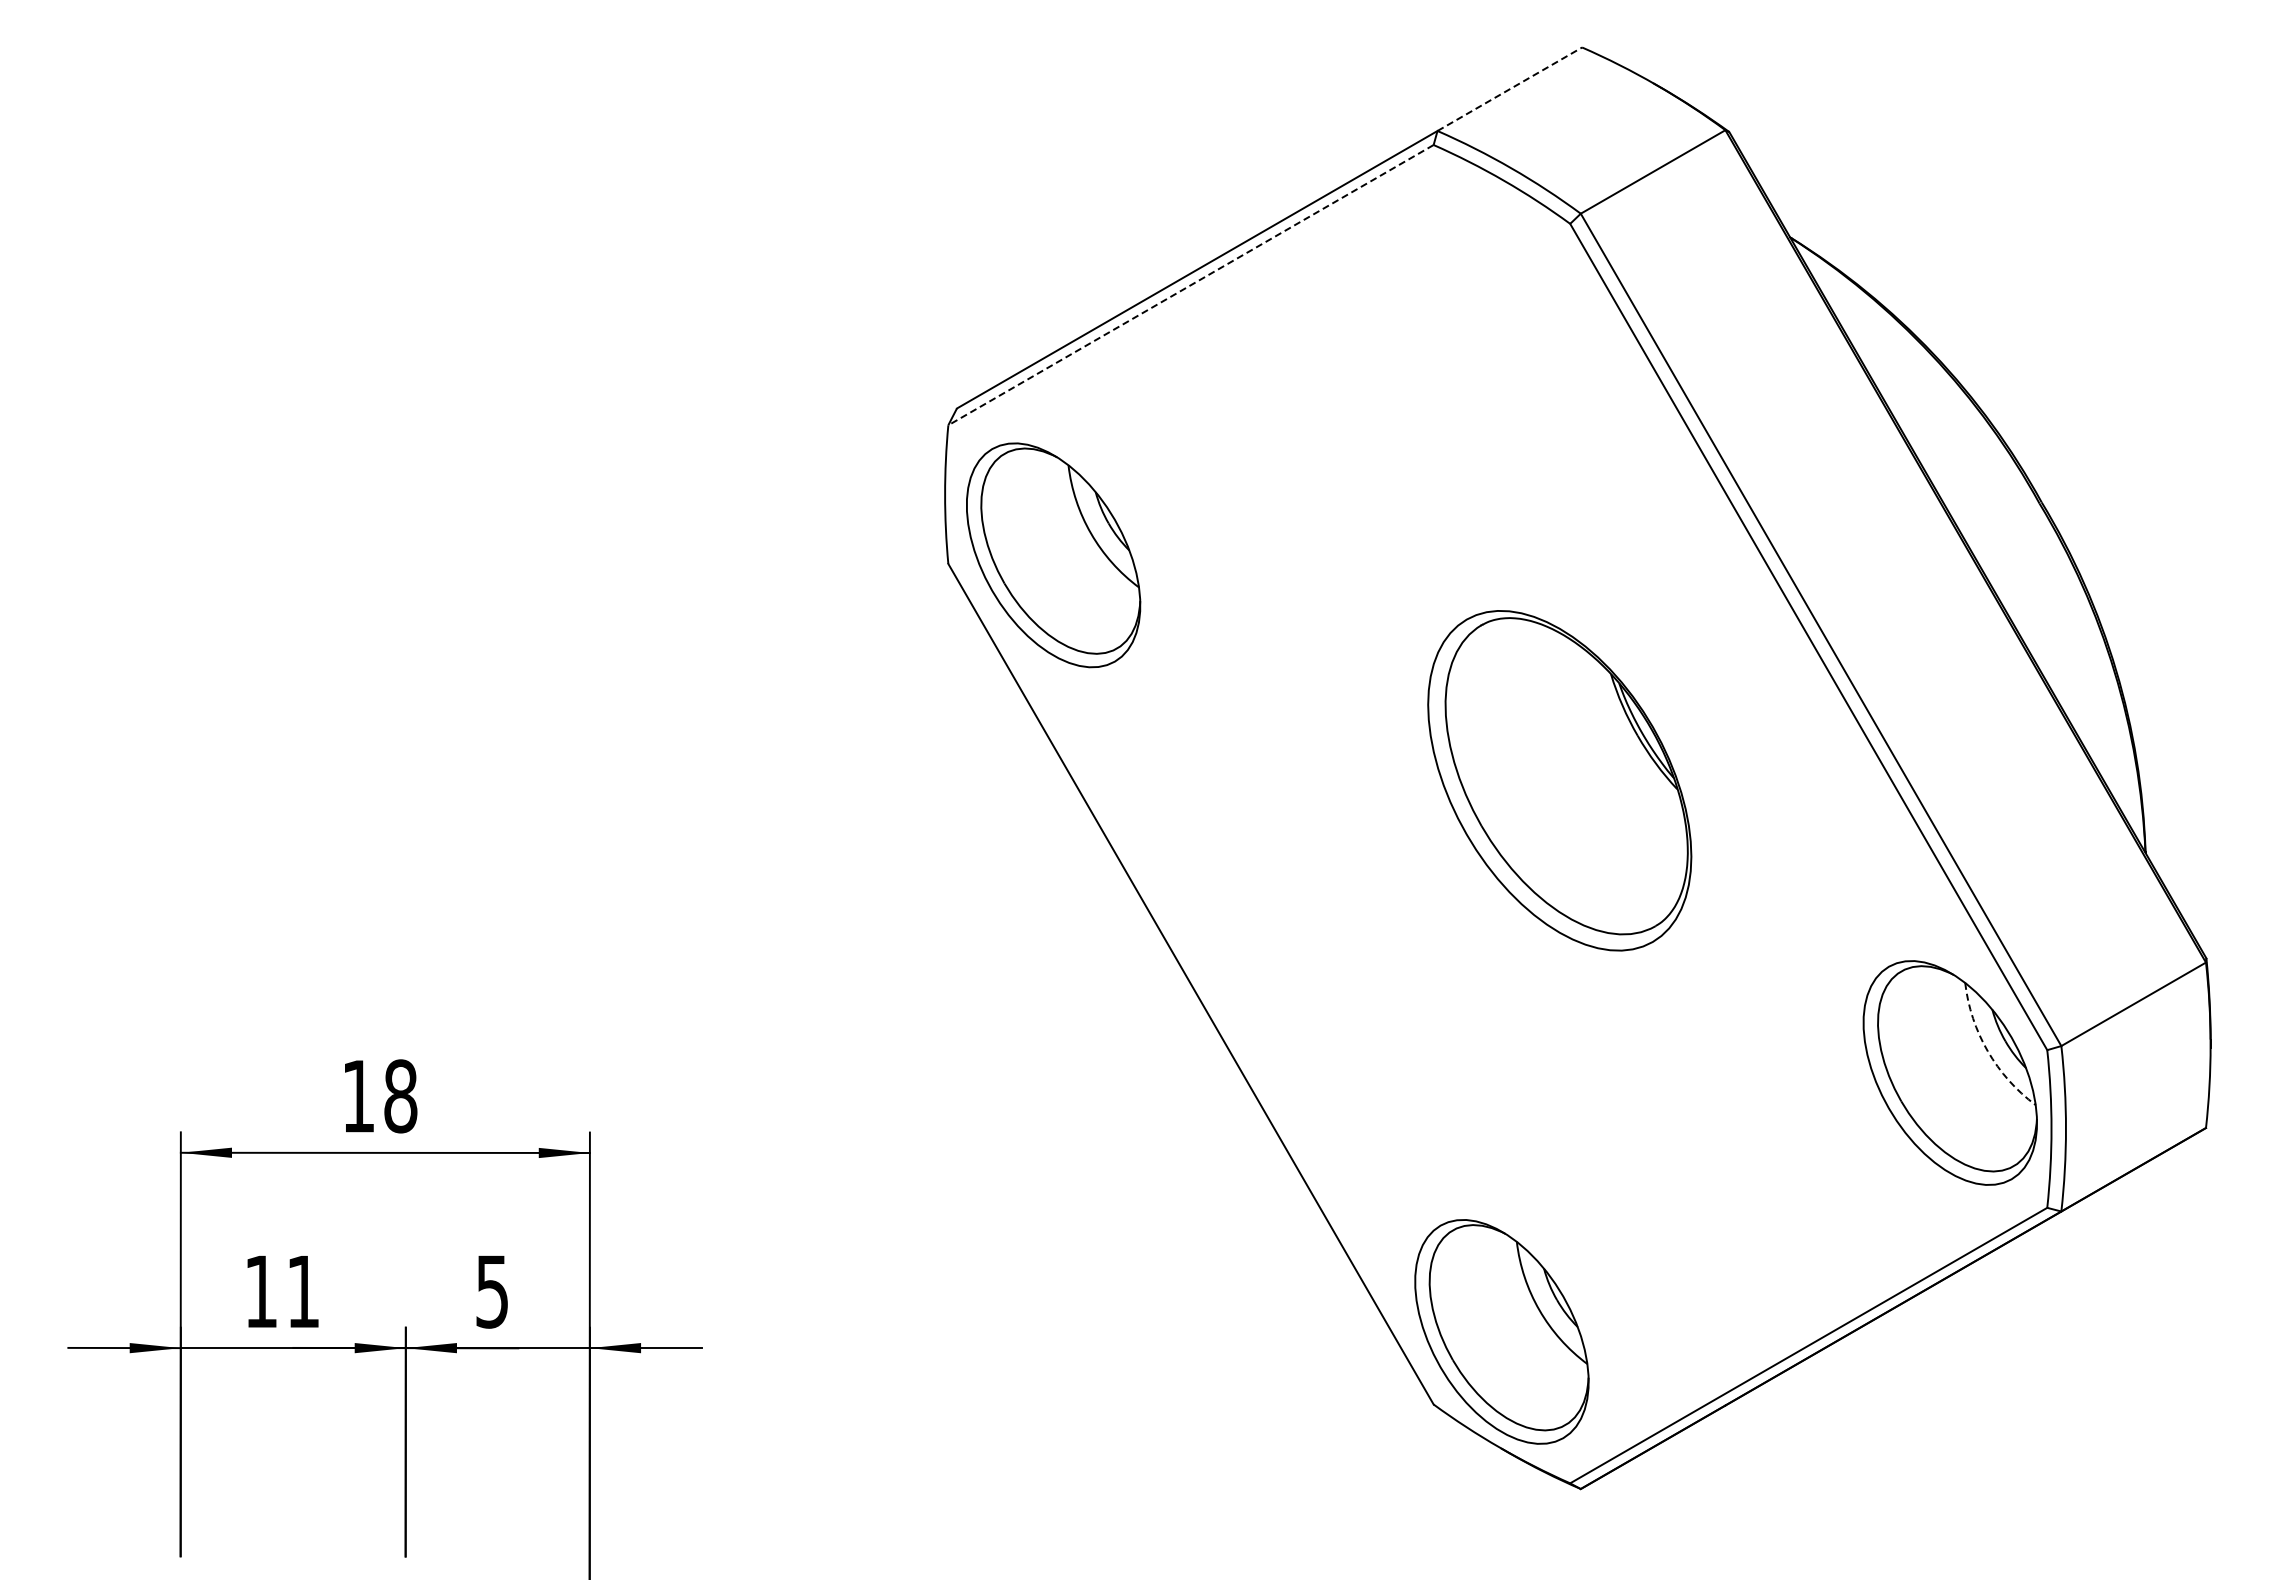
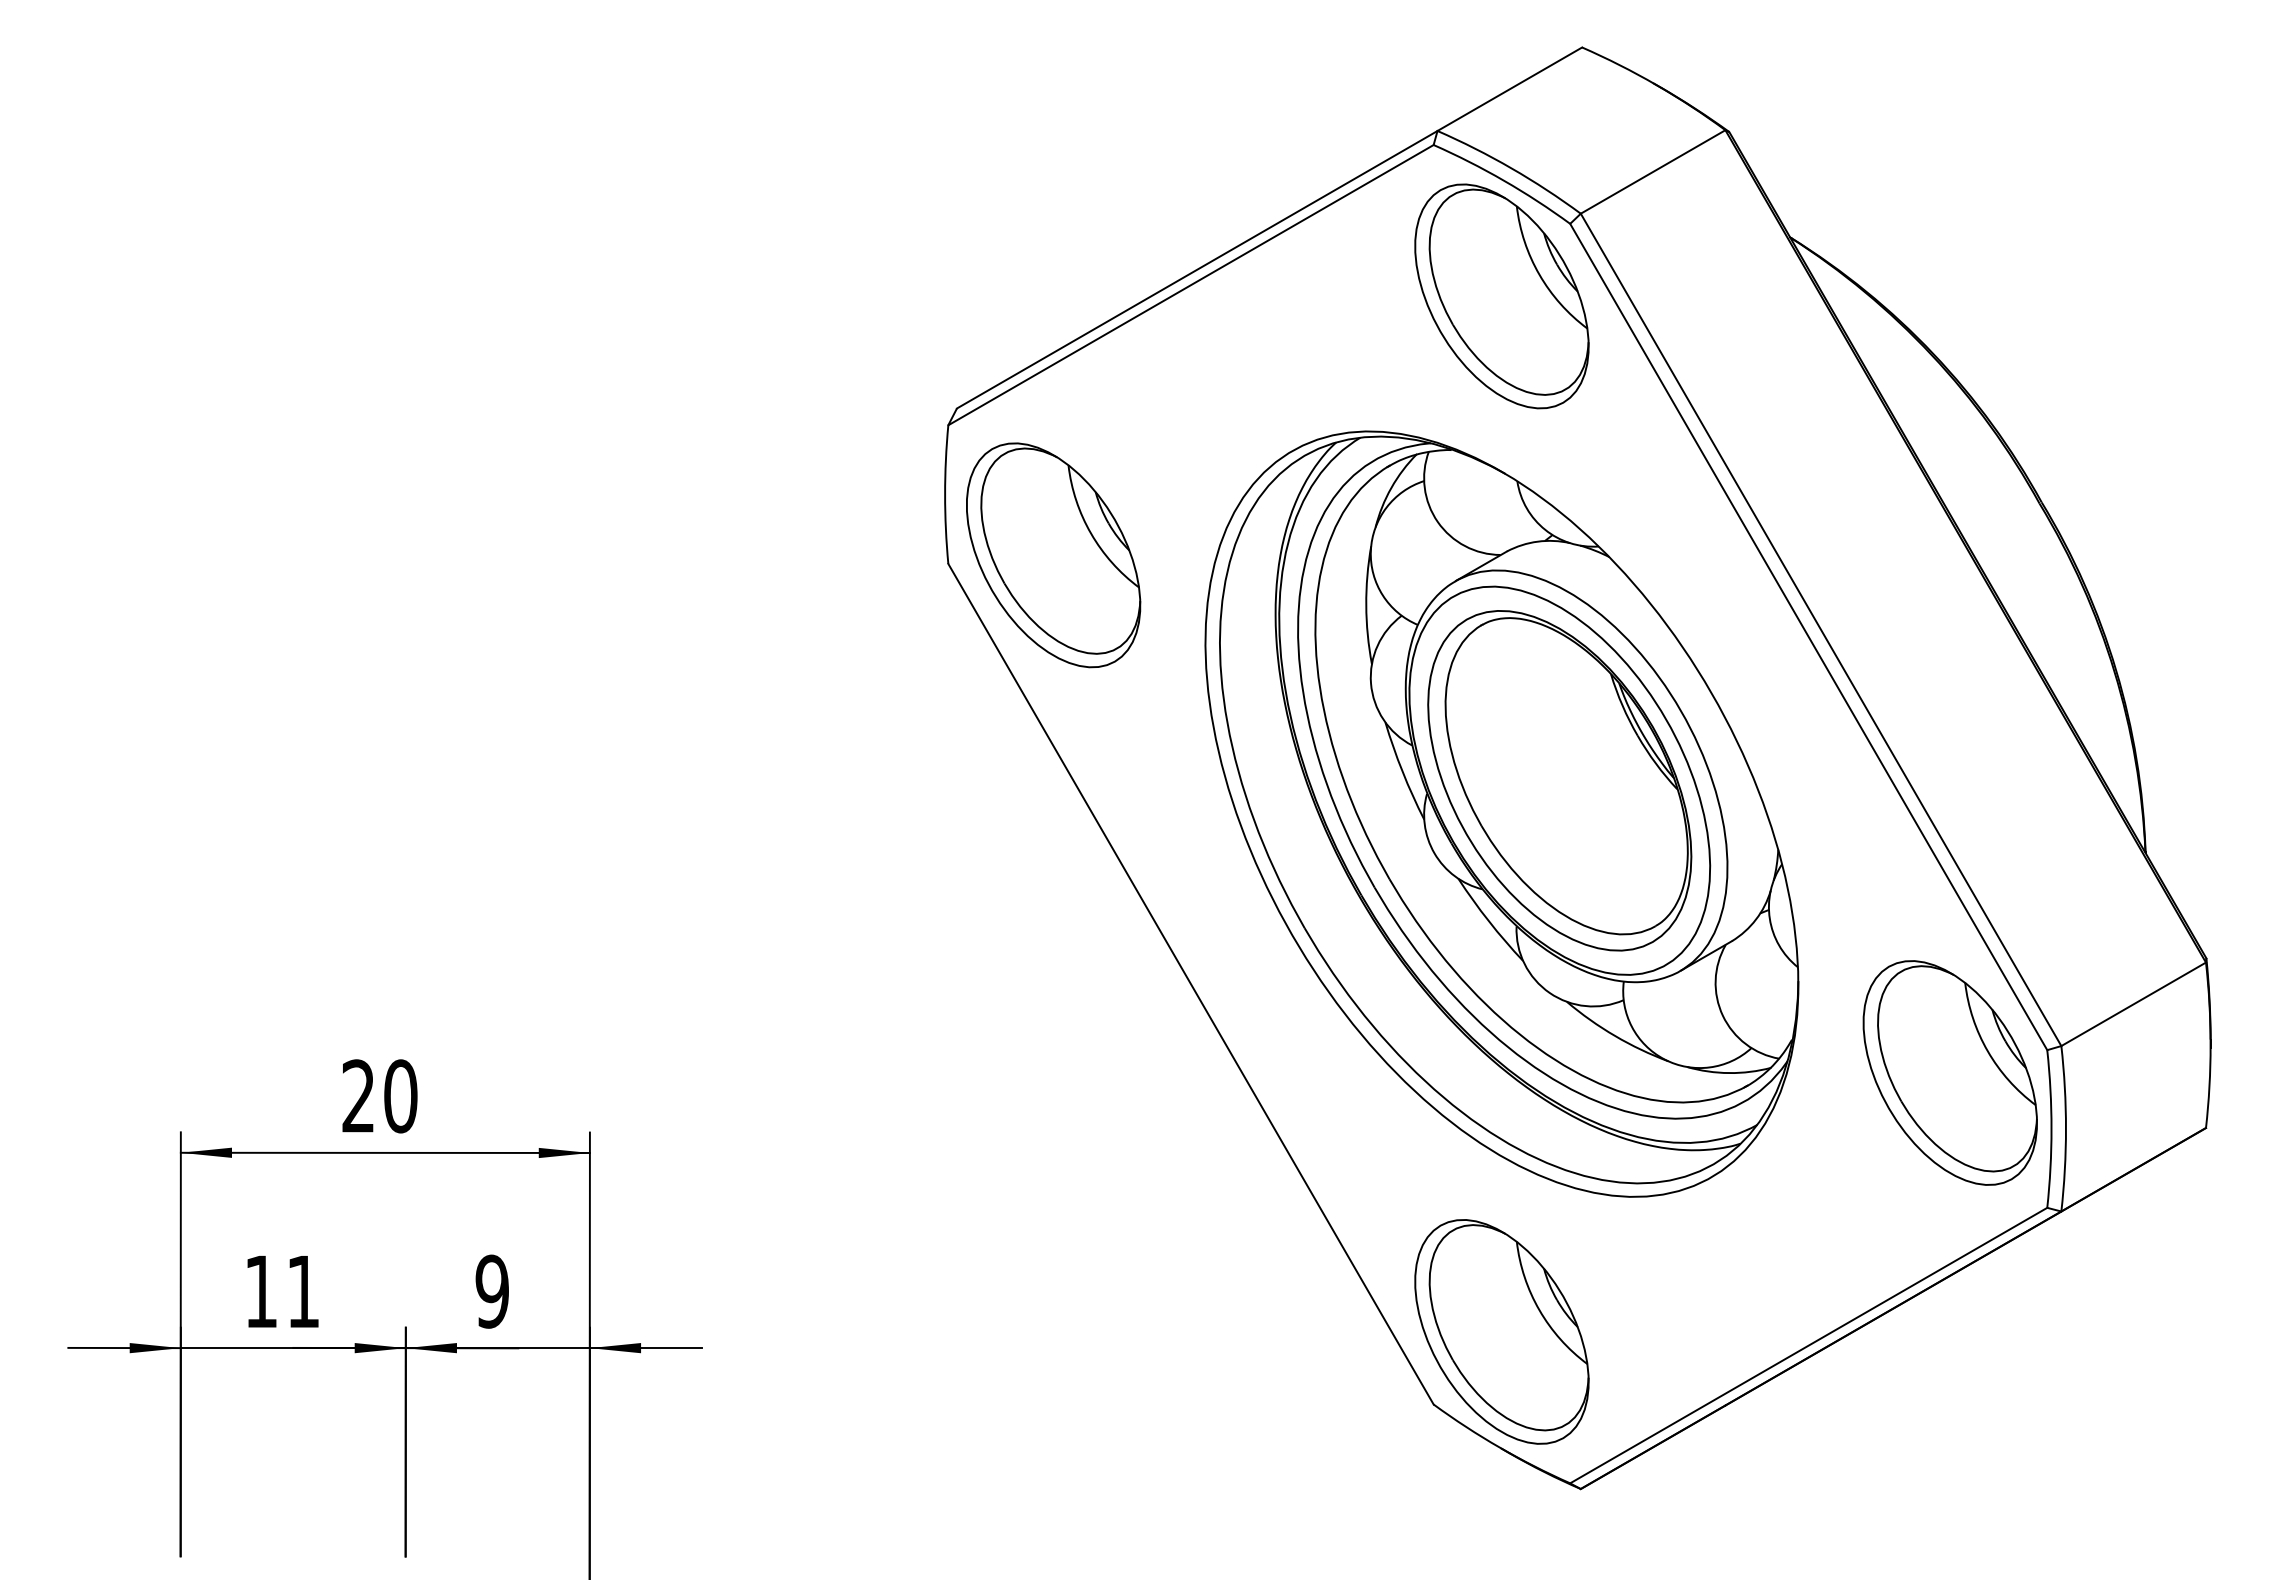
line at (1509, 89): dashed -> solid
line at (1190, 285): dashed -> solid
part at (1501, 296): none -> present
part at (1501, 813): none -> present
arc at (1987, 1051): dashed -> solid
text at (379, 1096): 18 -> 20
text at (491, 1291): 5 -> 9
